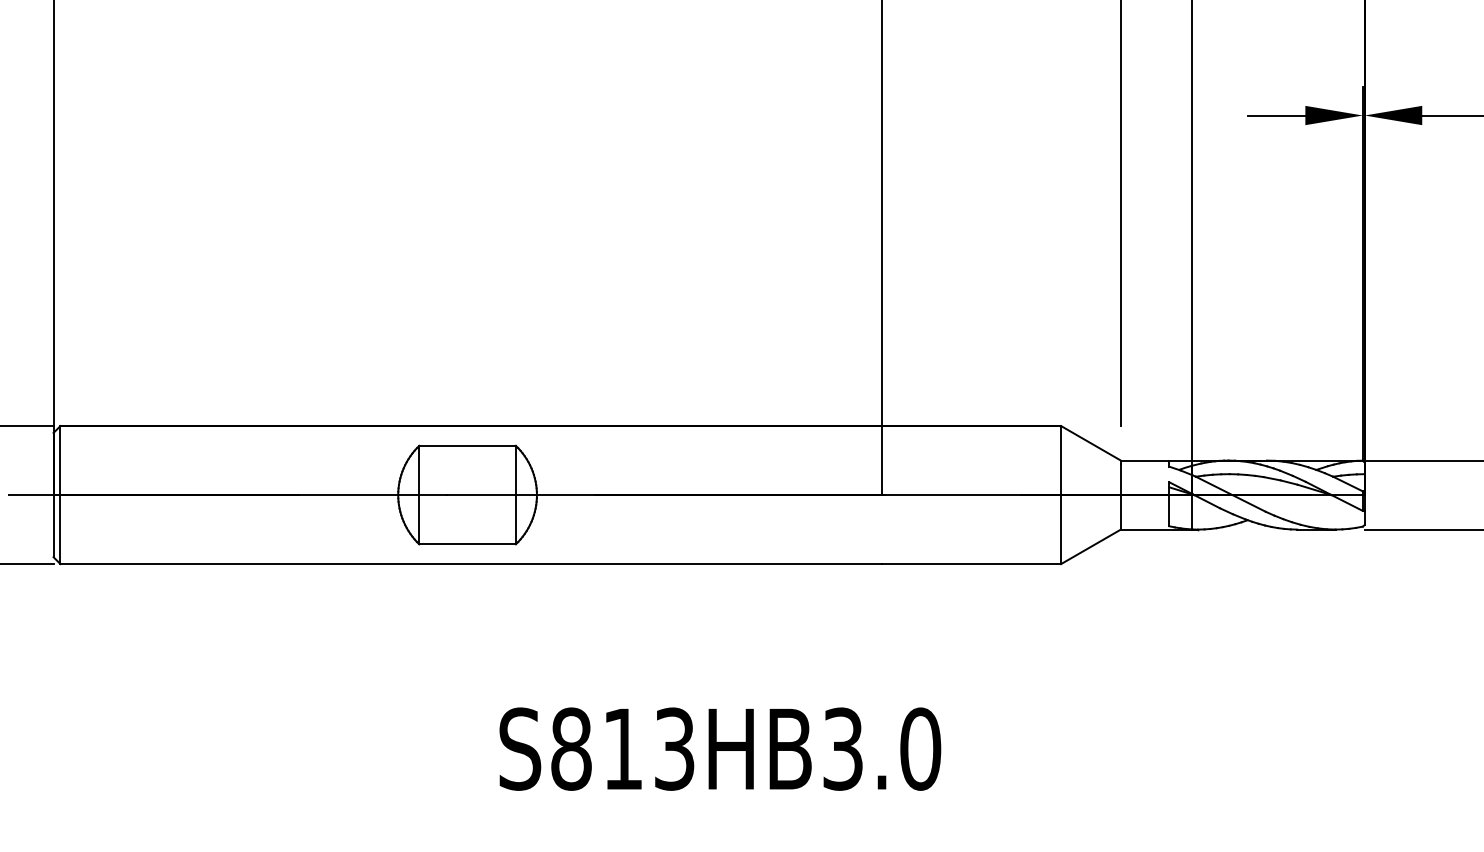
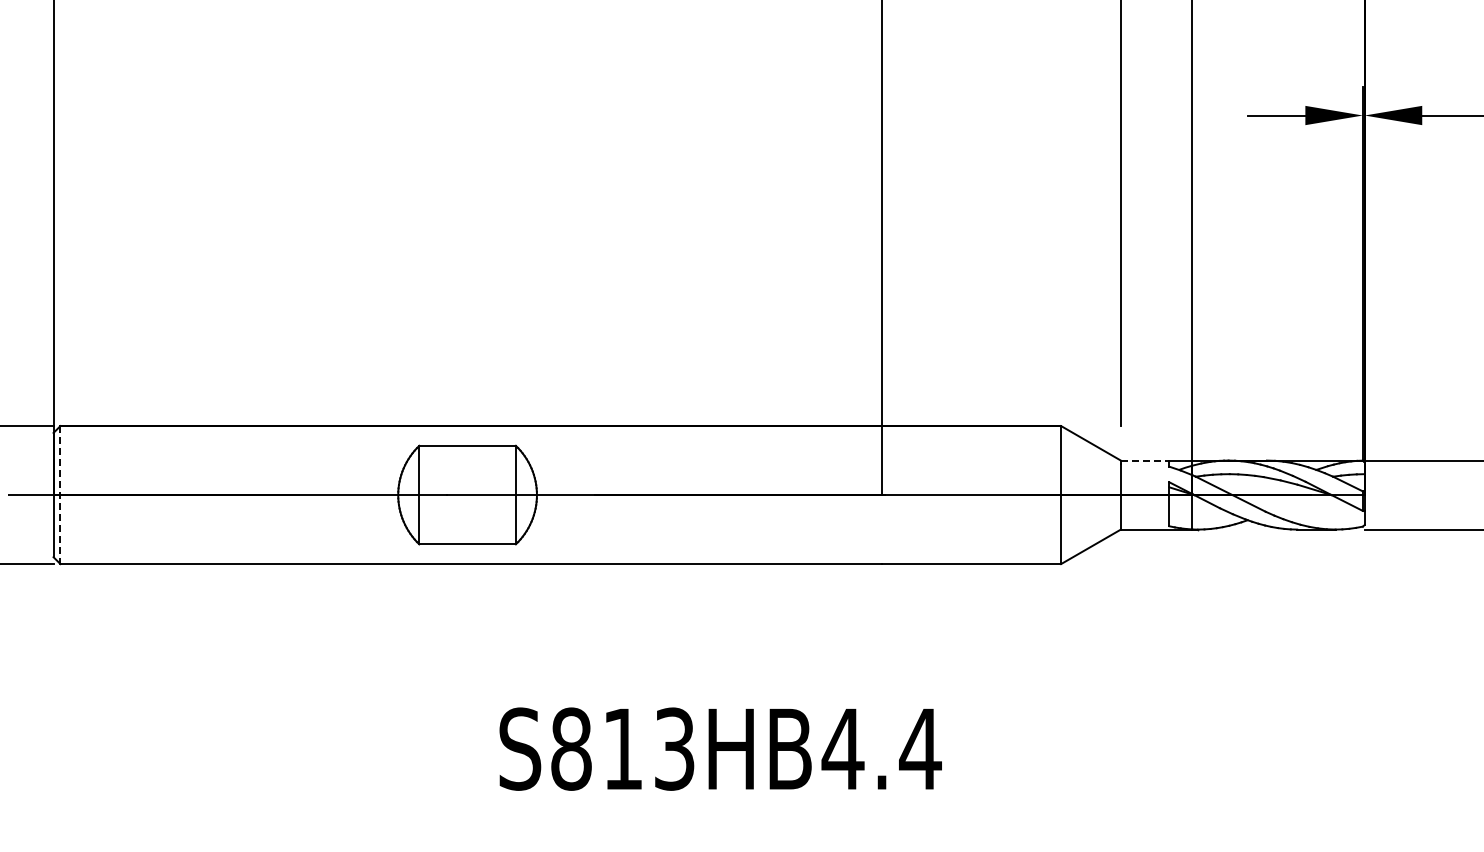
line at (1145, 460): solid -> dashed
line at (60, 495): solid -> dashed
text at (881, 748): S813HB3.0 -> S813HB4.4
